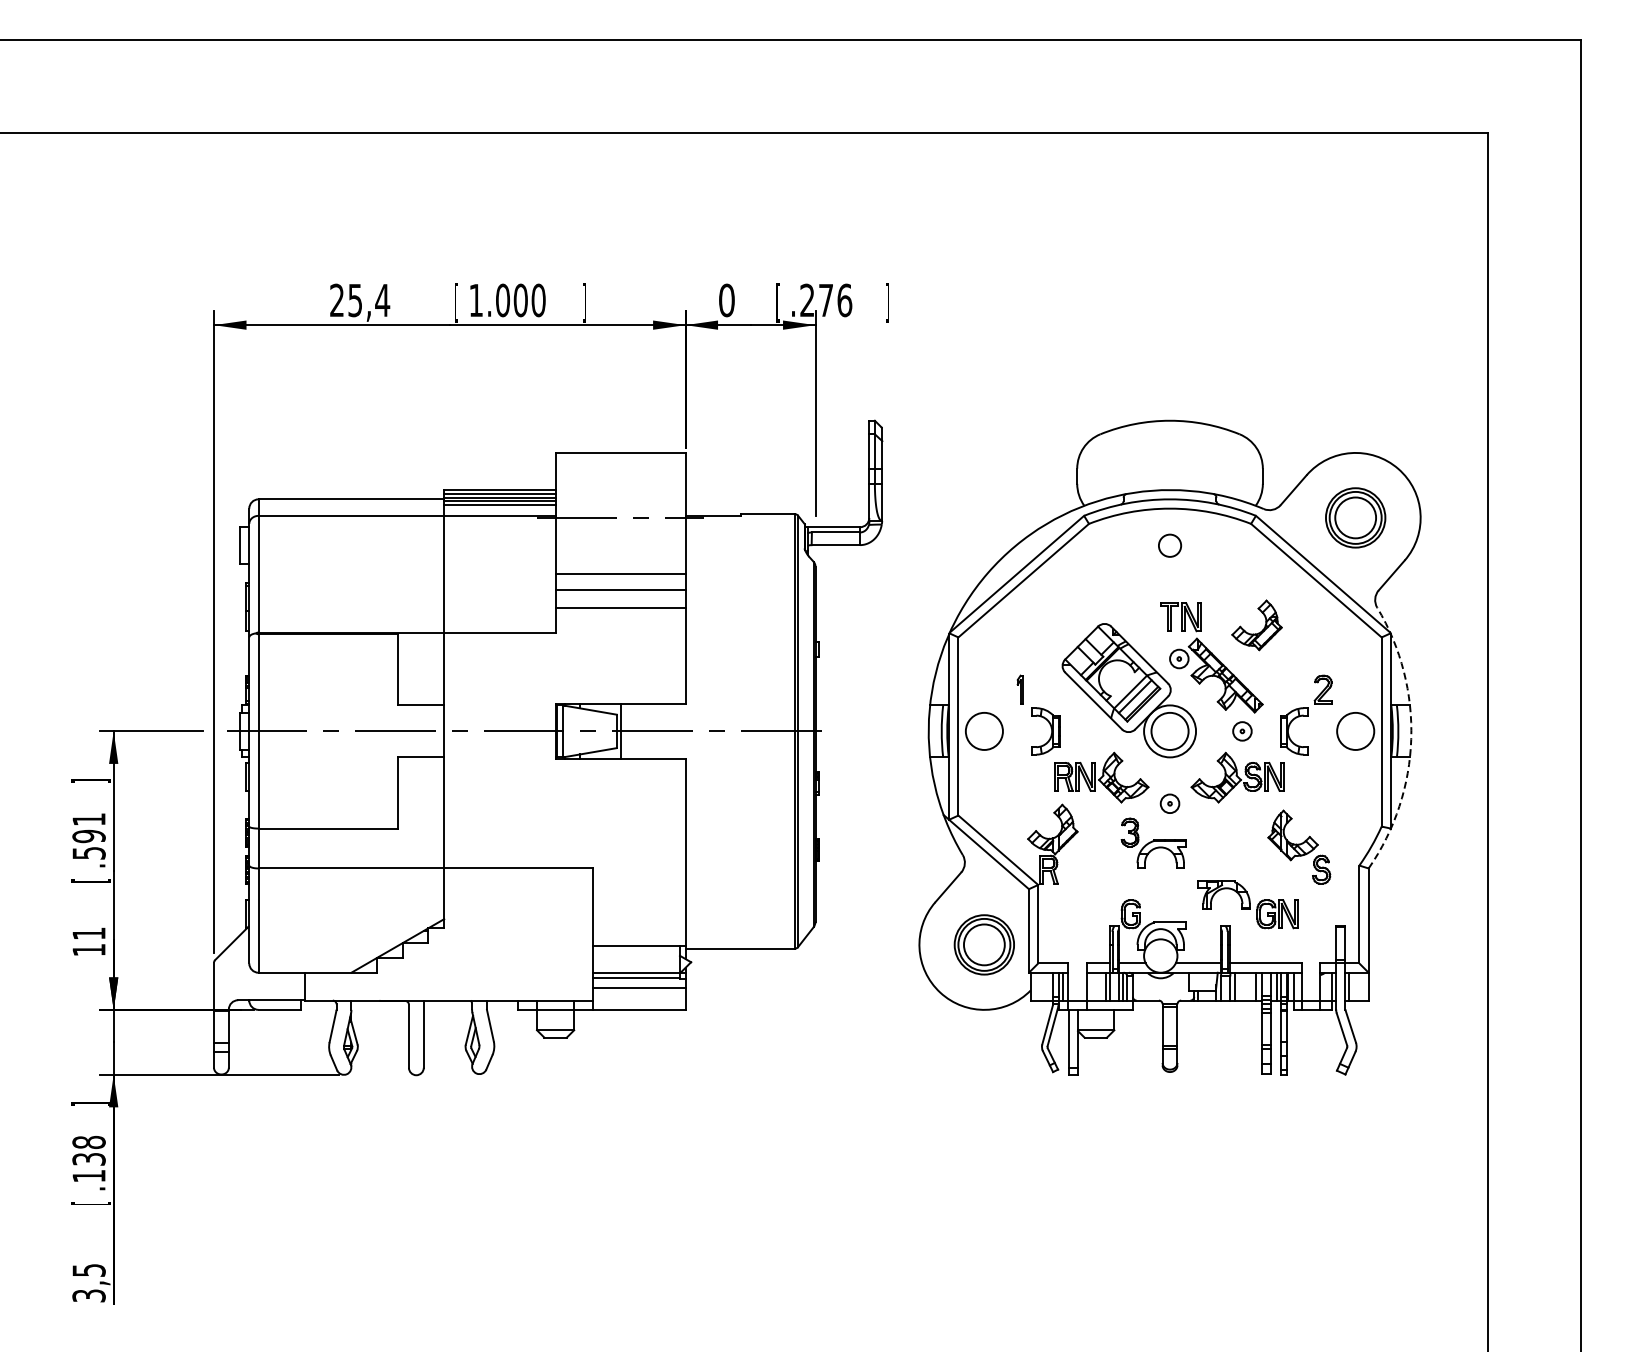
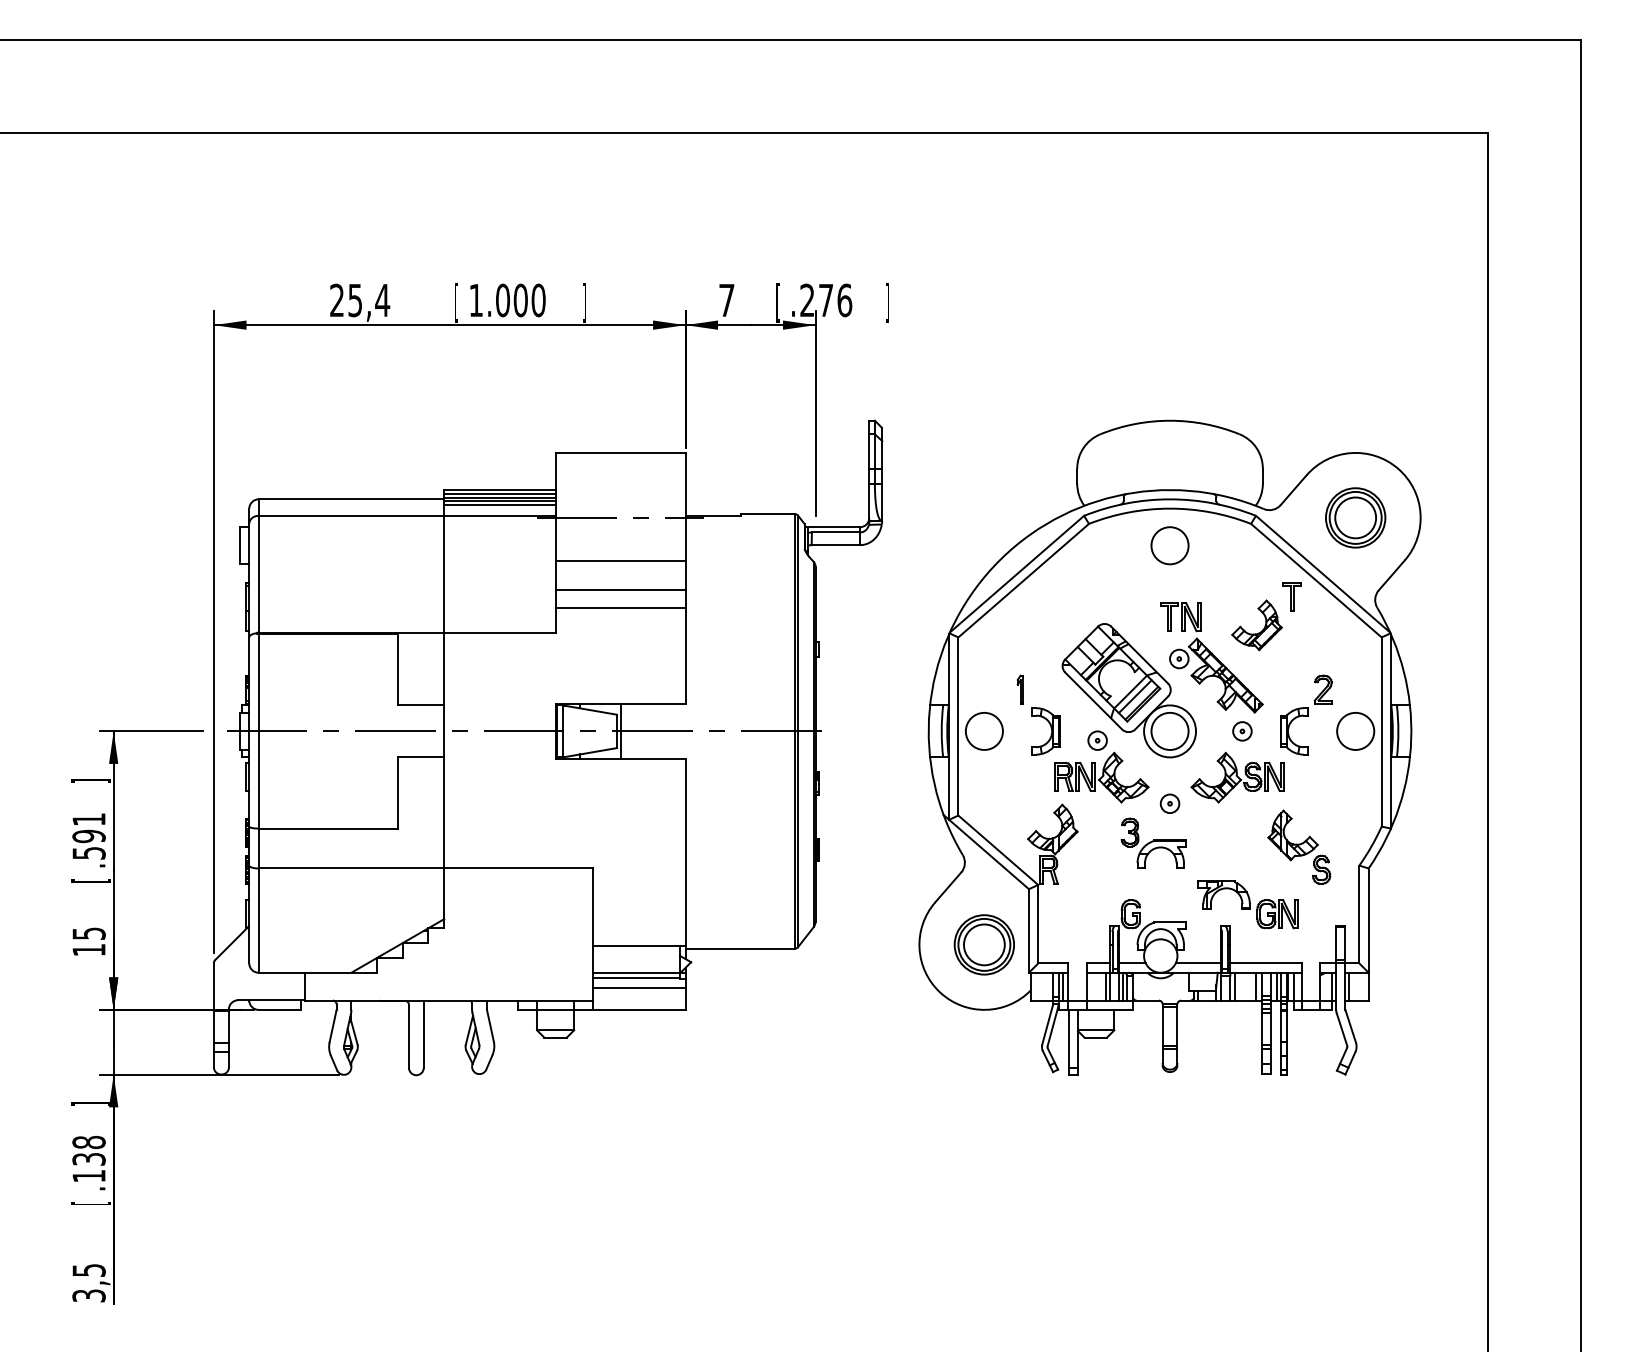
text at (726, 300): 0 -> 7
circle at (1169, 545) diameter: 22 px -> 37 px
line at (620, 573) position: (620, 573) -> (620, 560)
part at (1291, 596): none -> present
arc at (1411, 739): dashed -> solid
part at (1097, 740): none -> present
text at (88, 933): 11 -> 15
